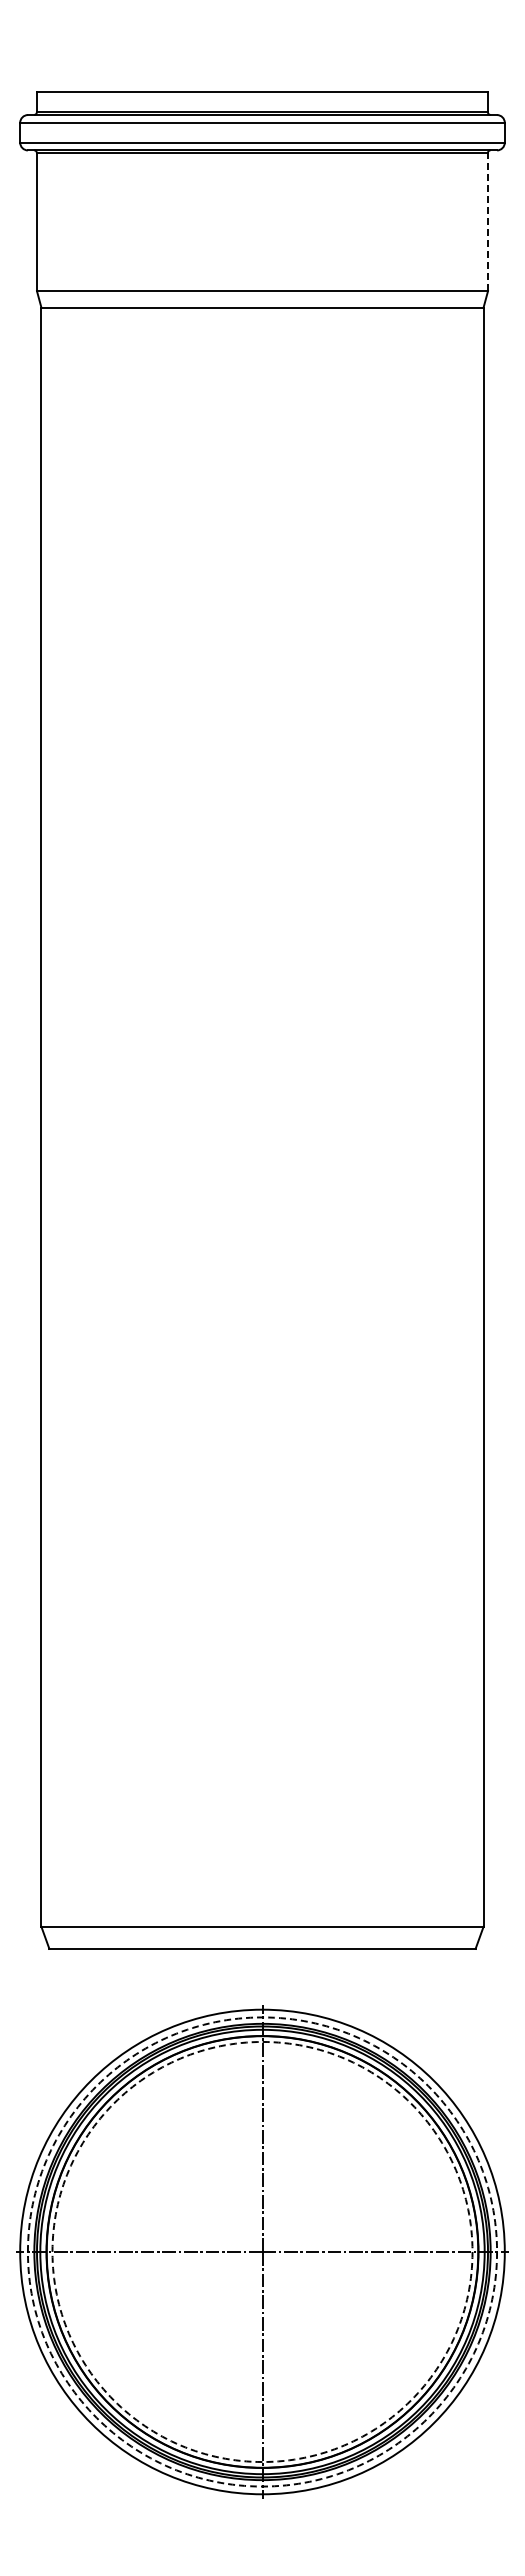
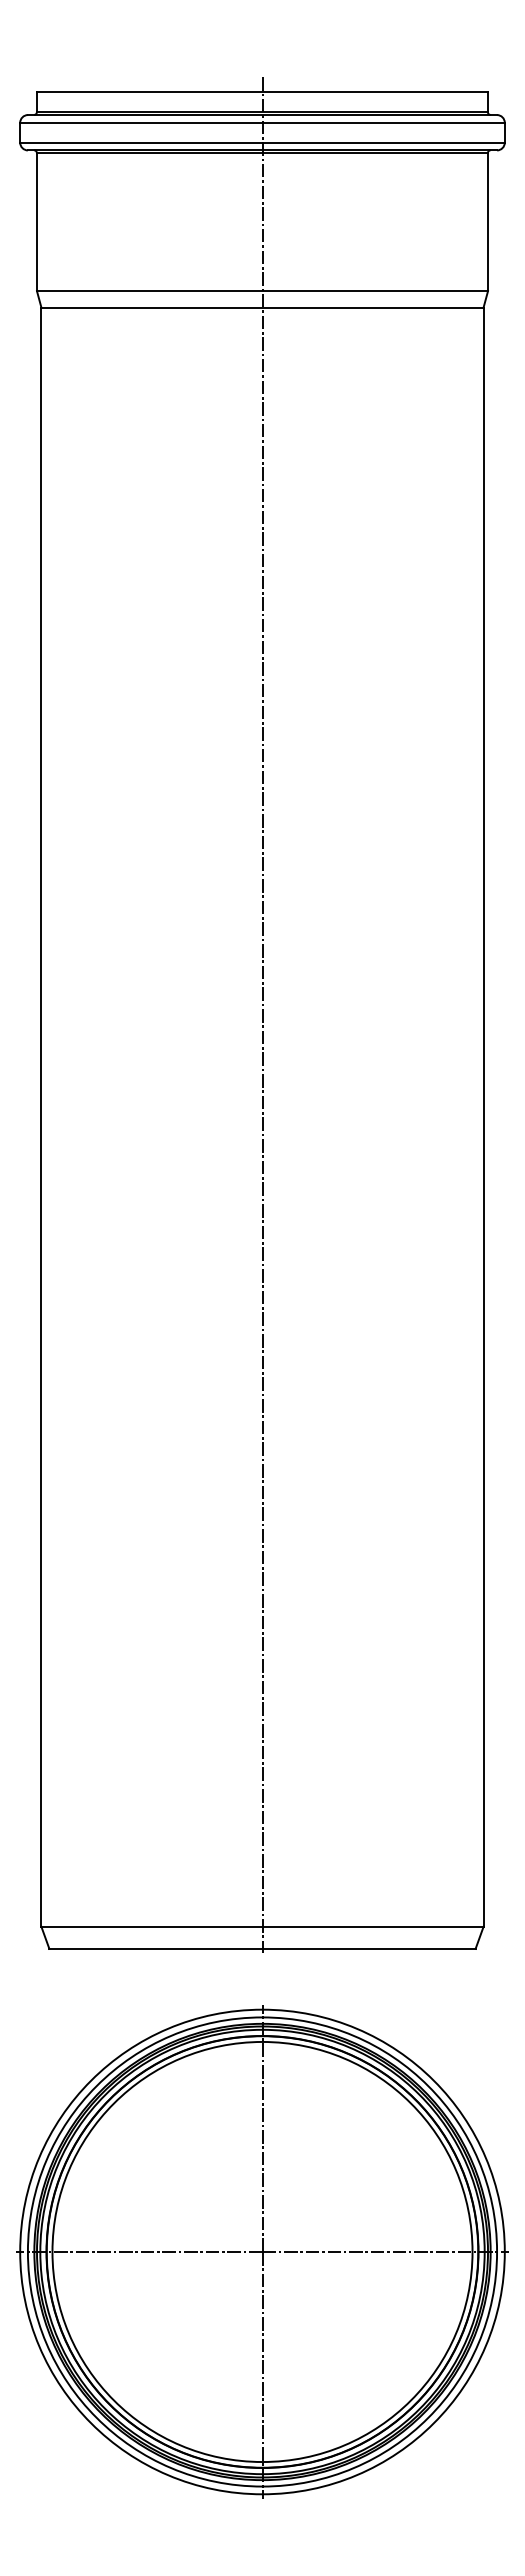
line at (488, 221): dashed -> solid
line at (262, 1015): none -> present
circle at (262, 2251): dashed -> solid
circle at (262, 2251): dashed -> solid
